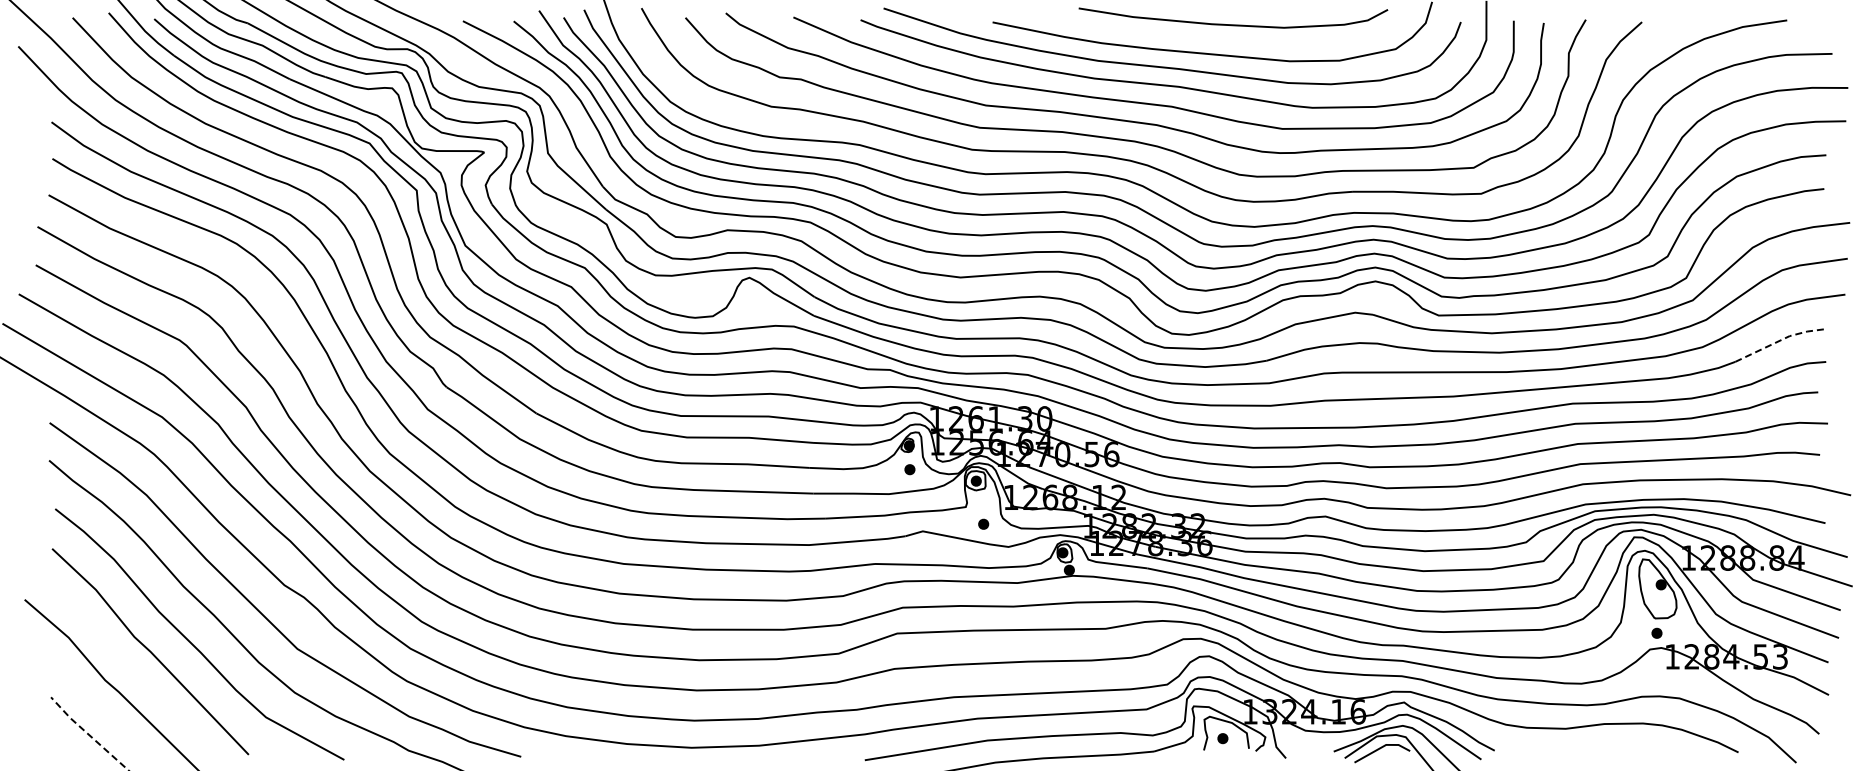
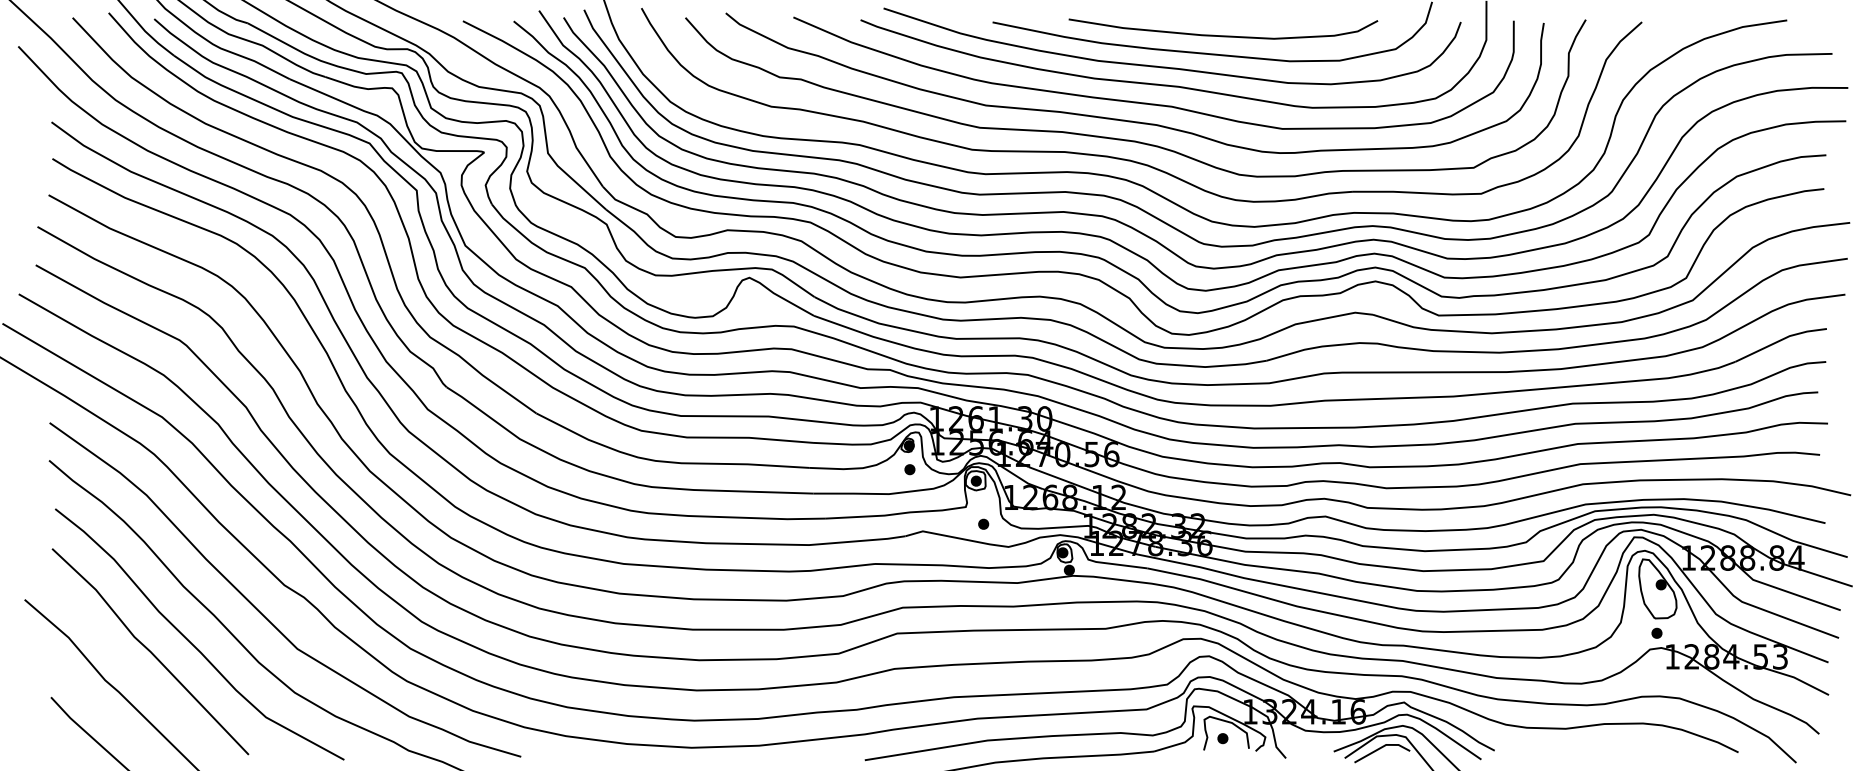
curve at (1233, 24) position: (1233, 24) -> (1223, 35)
line at (1780, 340): dashed -> solid
line at (88, 734): dashed -> solid
